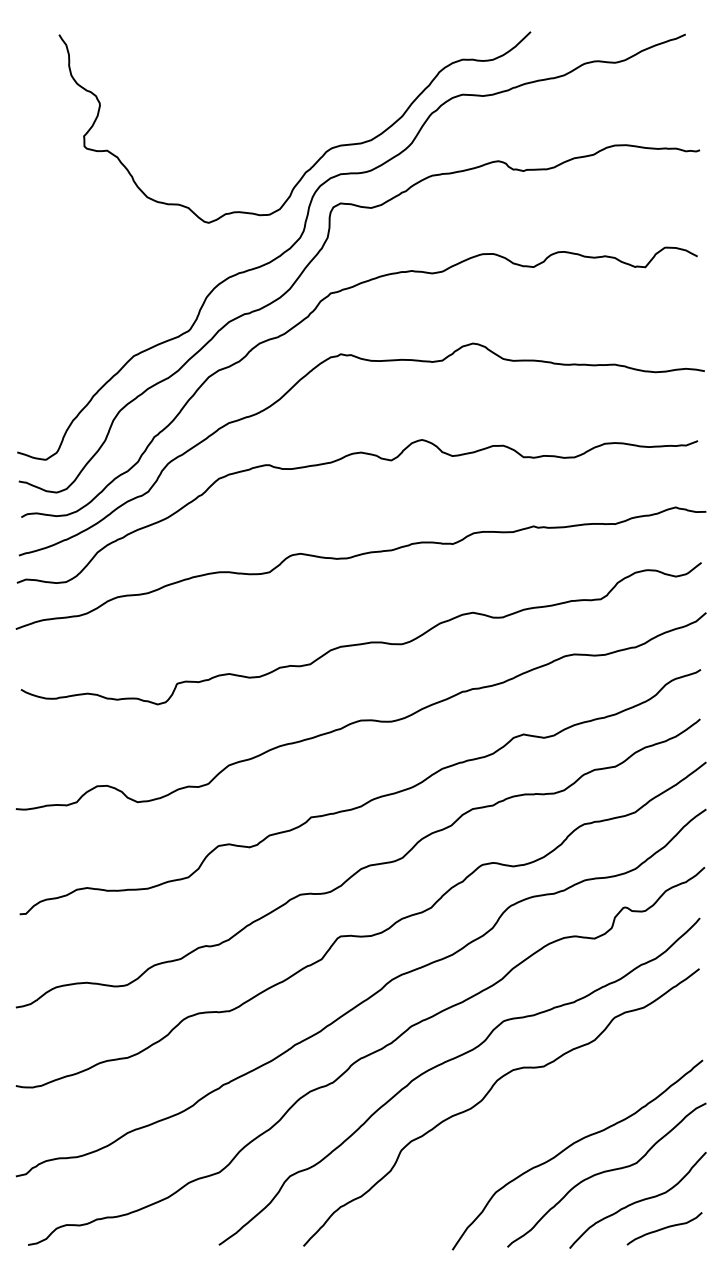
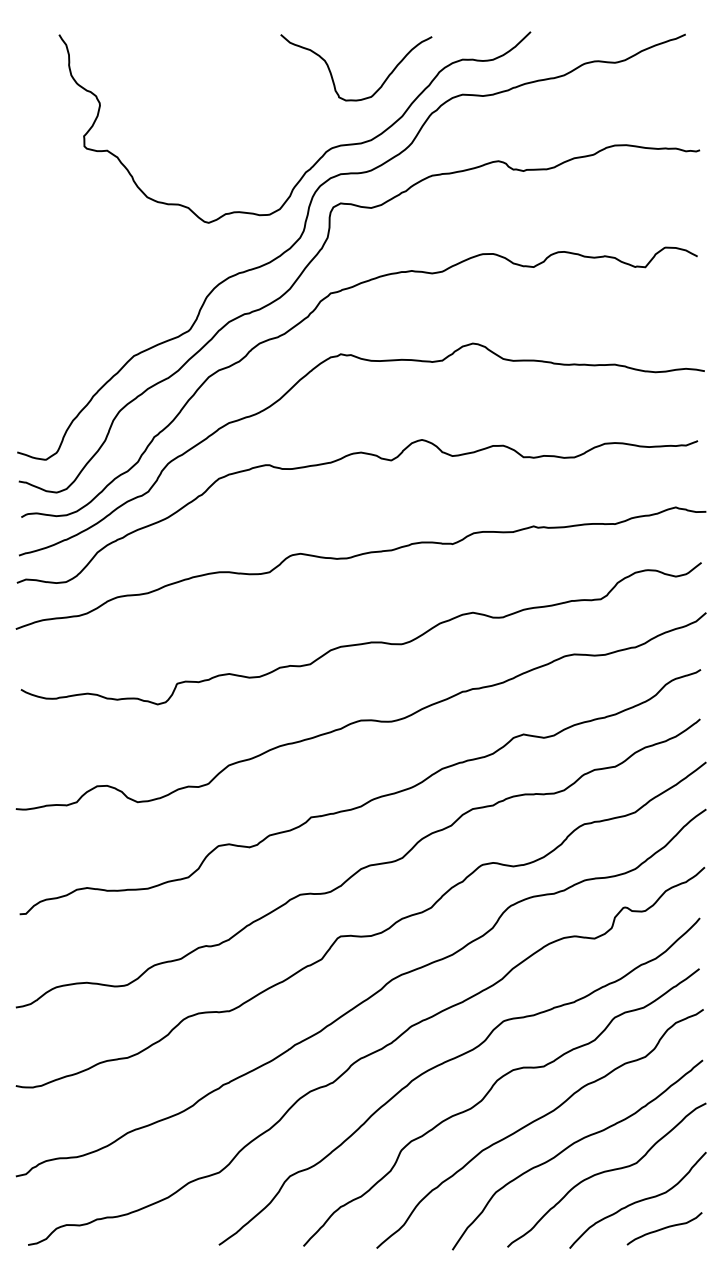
curve at (332, 75): none -> present
curve at (536, 1121): none -> present
